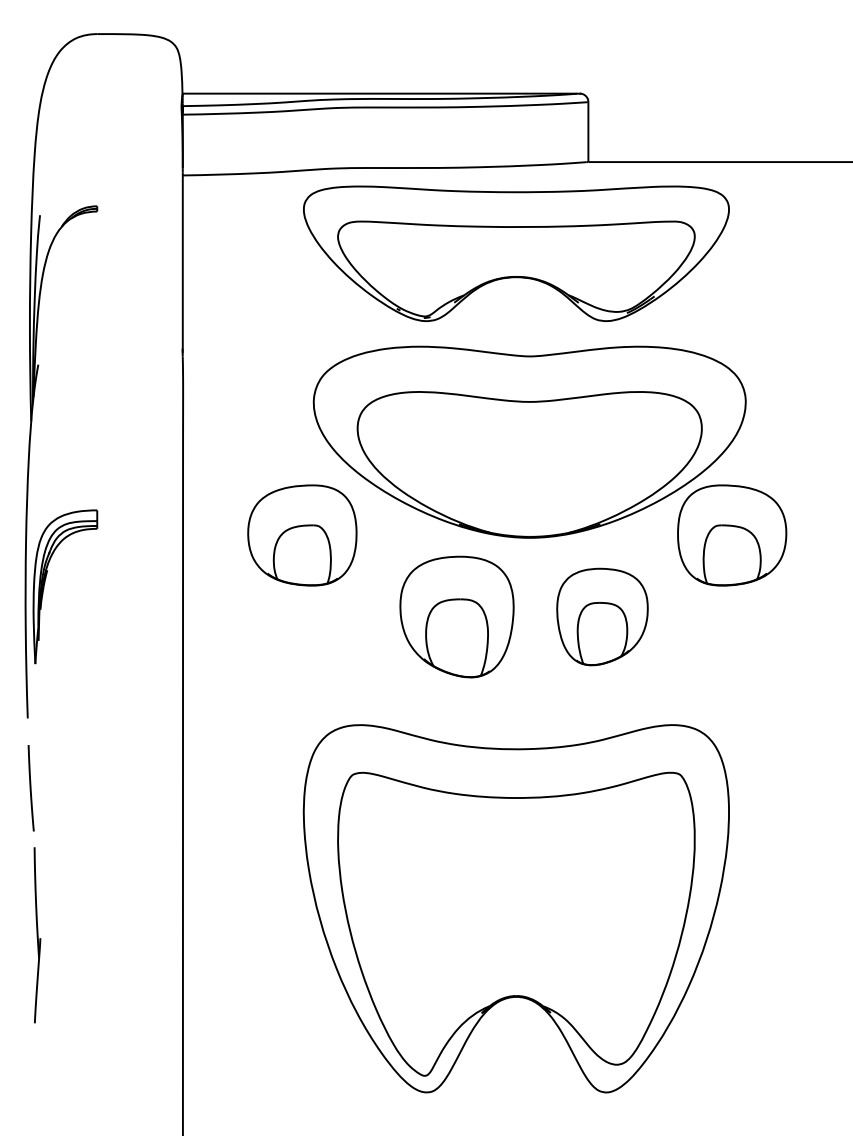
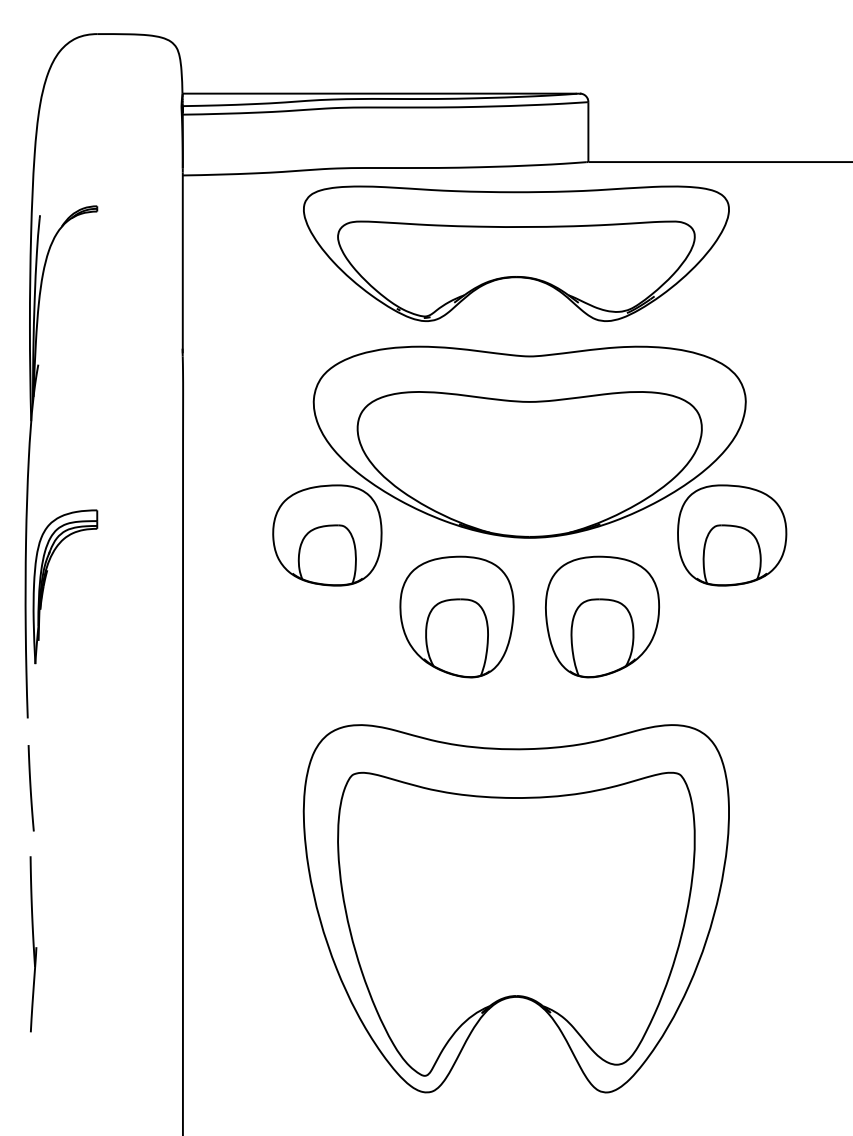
part at (302, 535) position: (302, 535) -> (327, 535)
part at (602, 616) size: 93x100 px -> 115x124 px
part at (37, 935) position: (37, 935) -> (33, 944)
